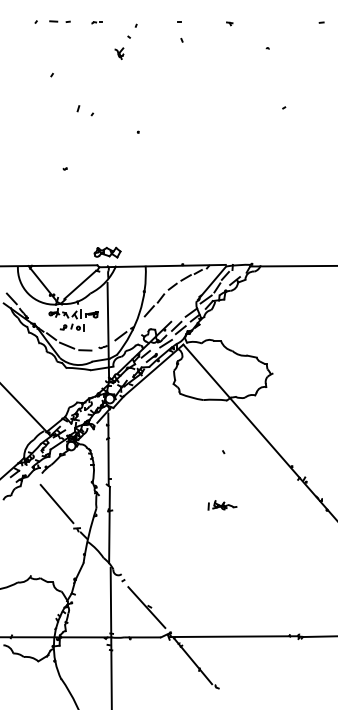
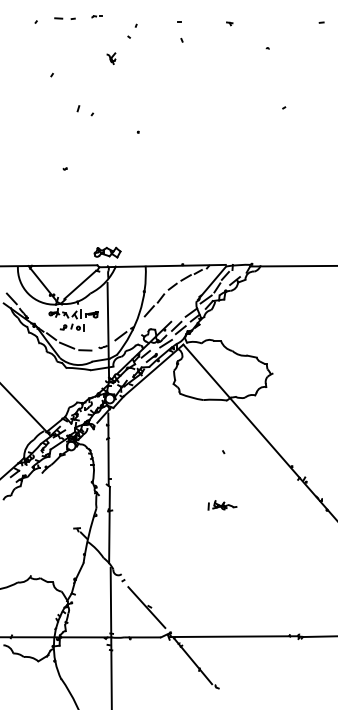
part at (59, 21) position: (59, 21) -> (64, 18)
part at (96, 22) position: (96, 22) -> (96, 16)
part at (119, 53) position: (119, 53) -> (111, 58)
line at (56, 503): present -> none
